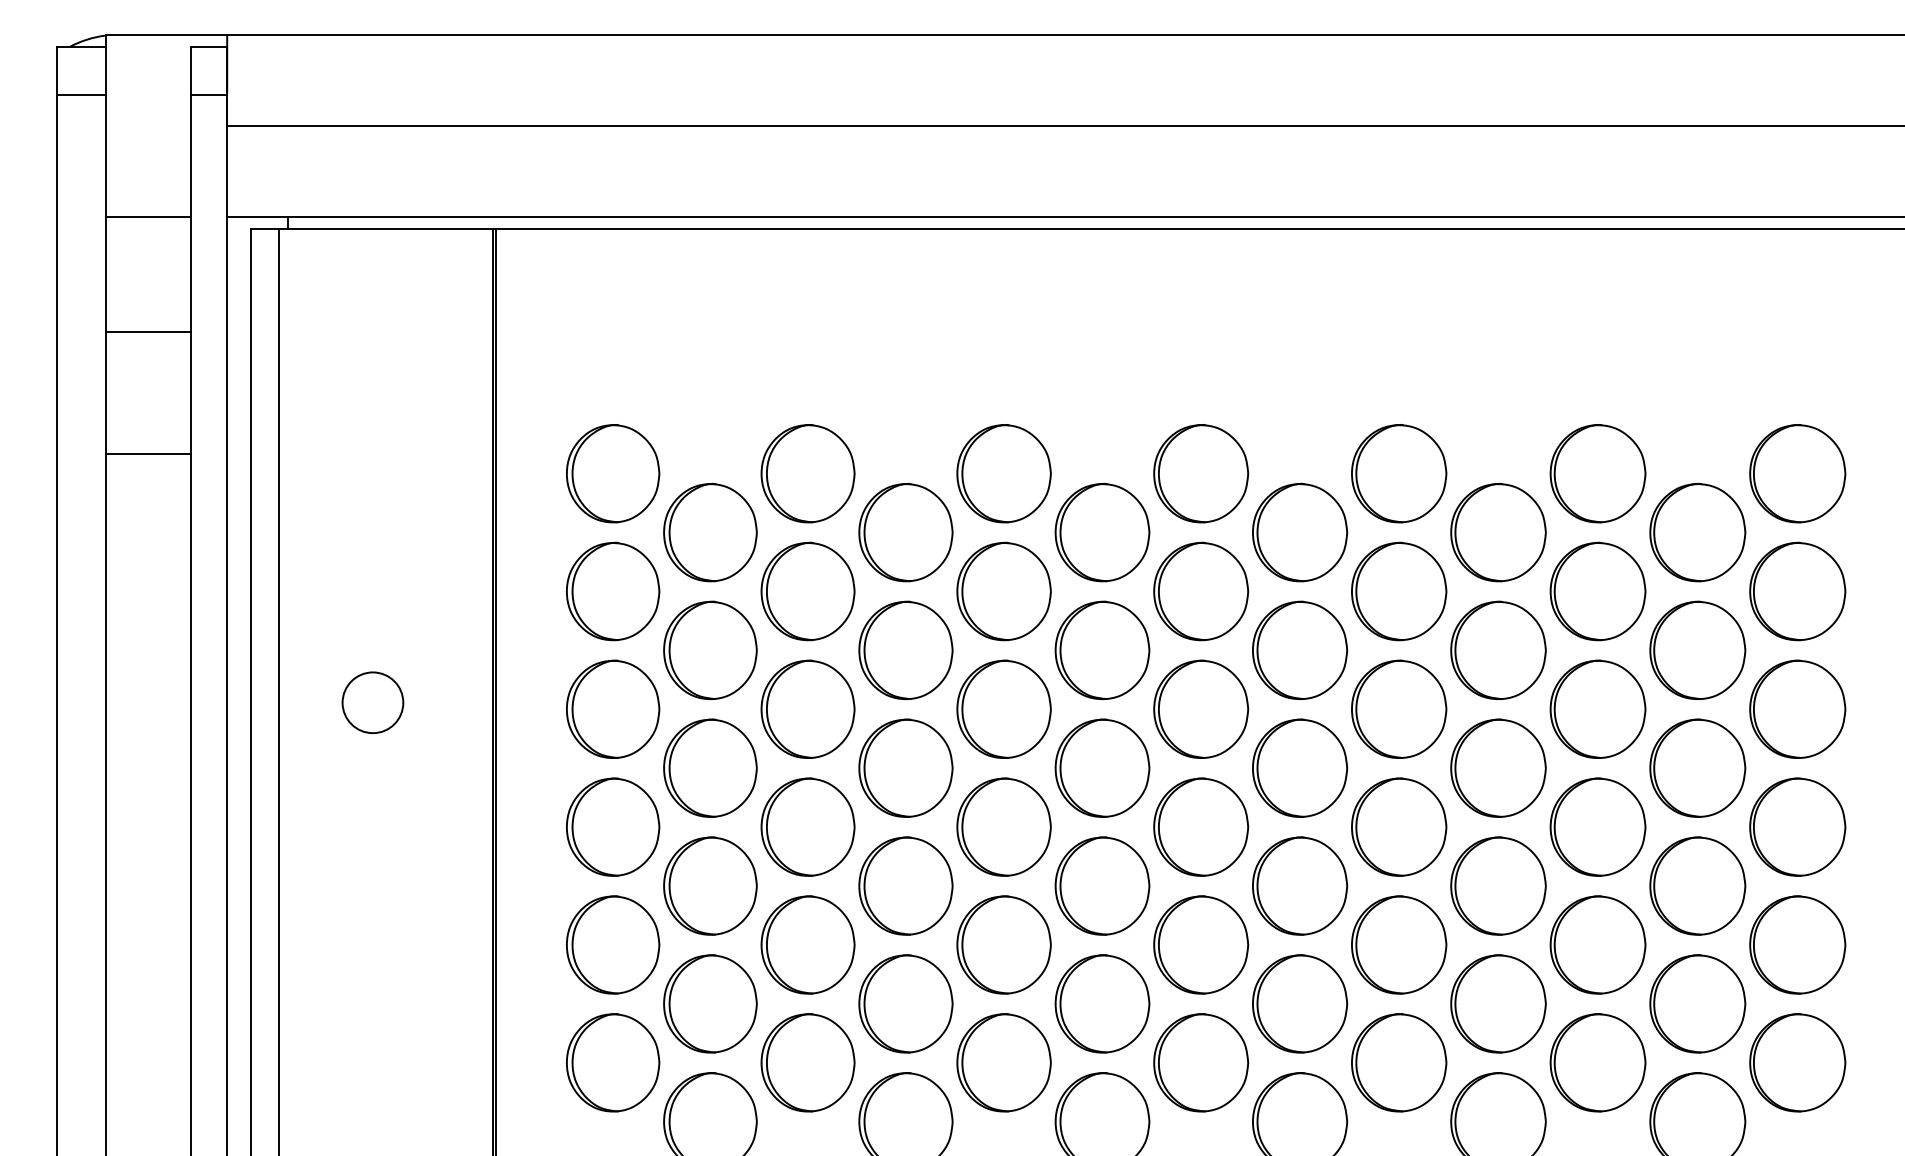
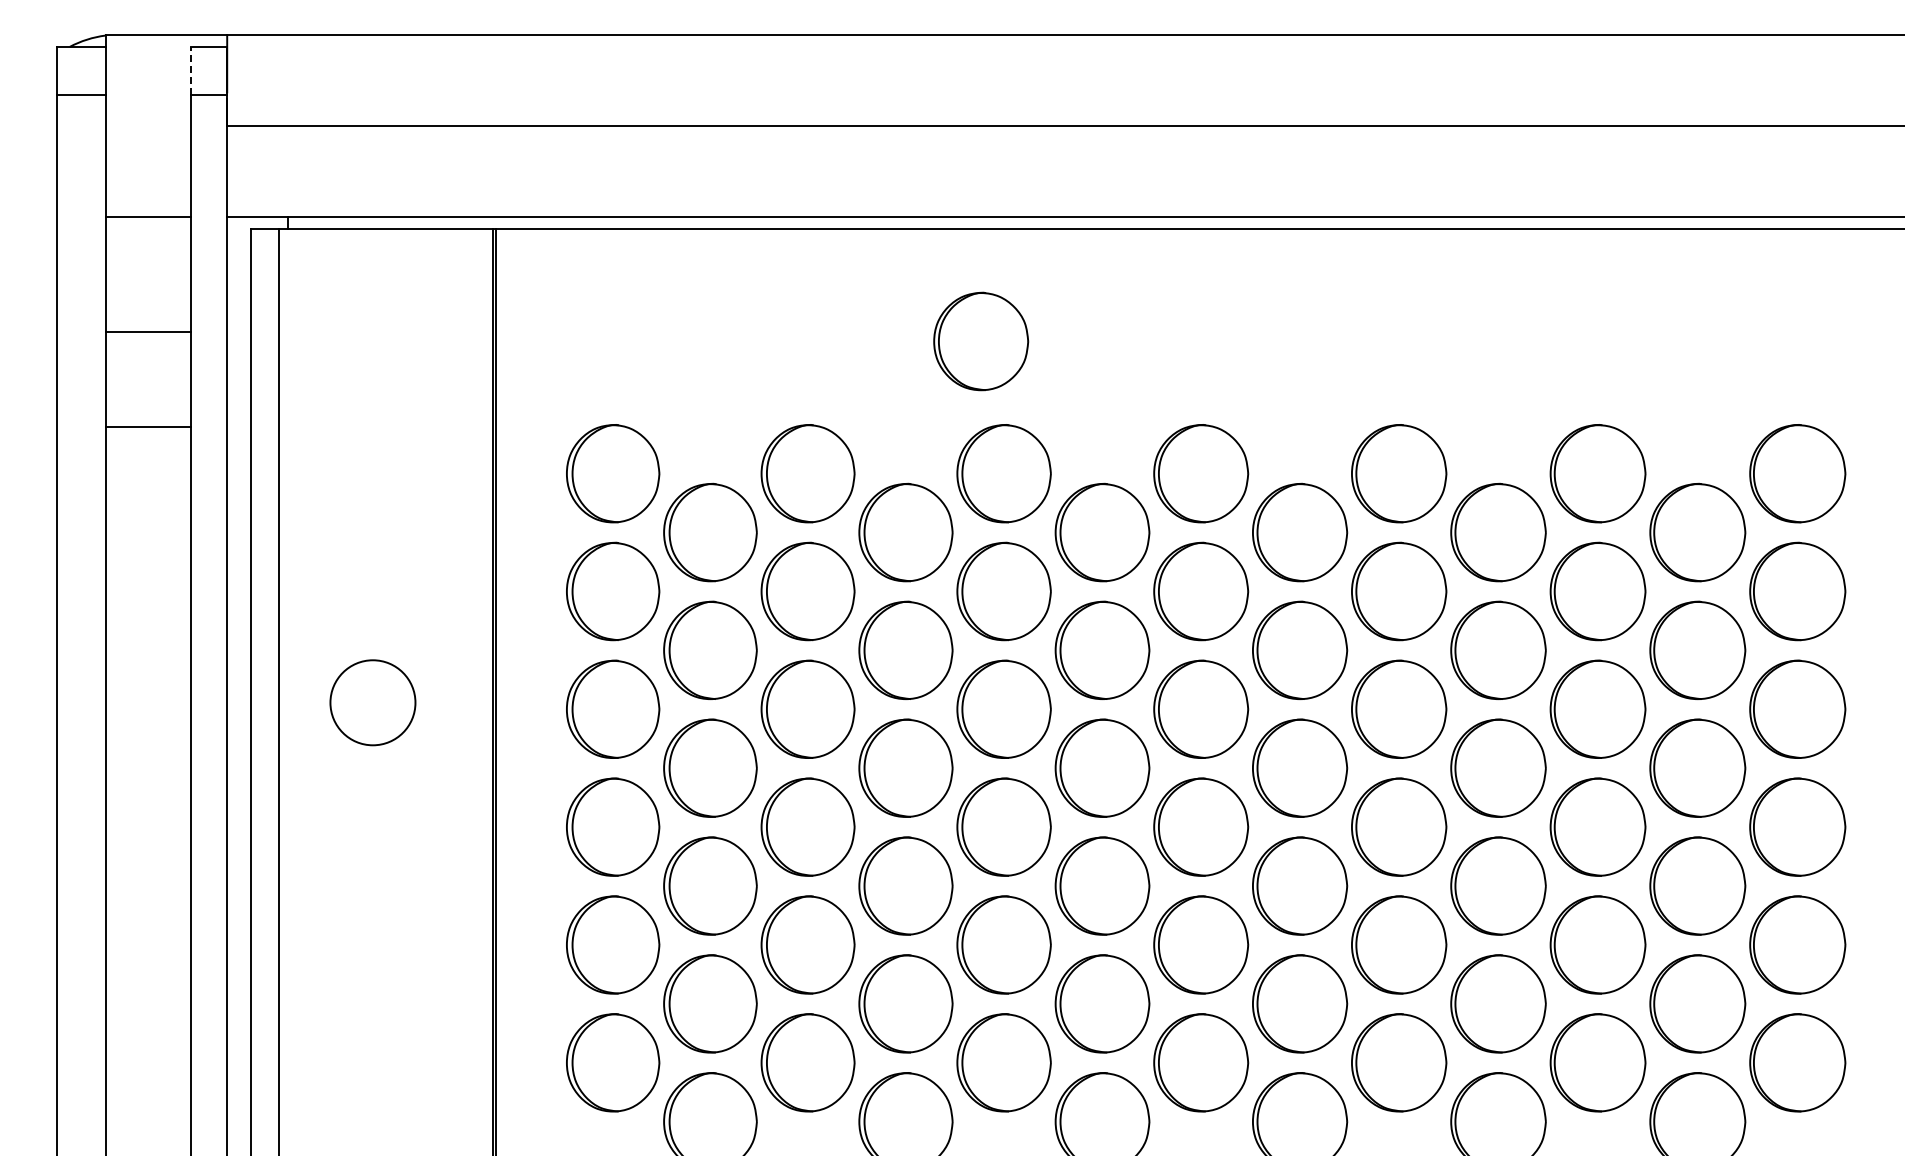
line at (190, 70): solid -> dashed
part at (981, 341): none -> present
line at (147, 453) position: (147, 453) -> (147, 426)
circle at (372, 702) diameter: 61 px -> 85 px
